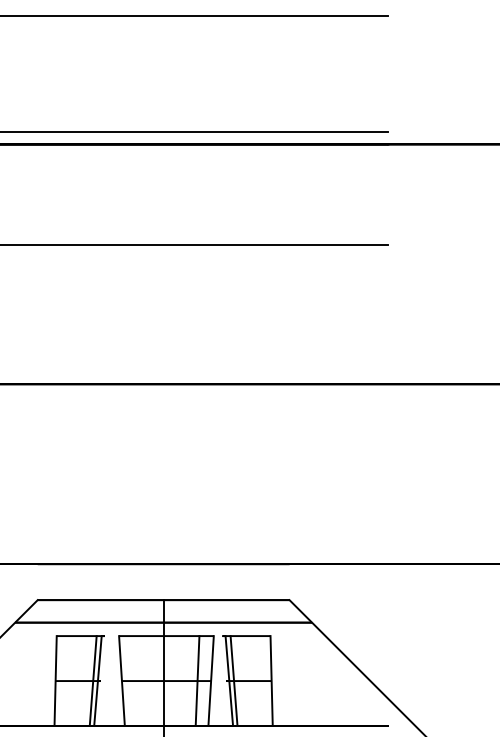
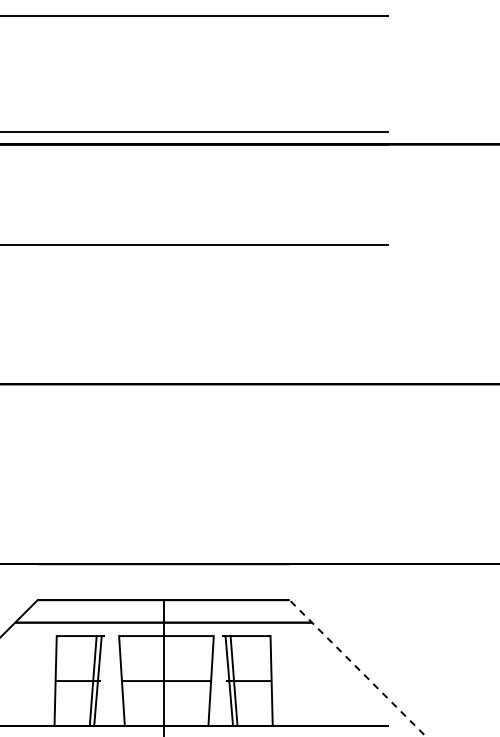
line at (357, 668): solid -> dashed
line at (197, 681): present -> none
